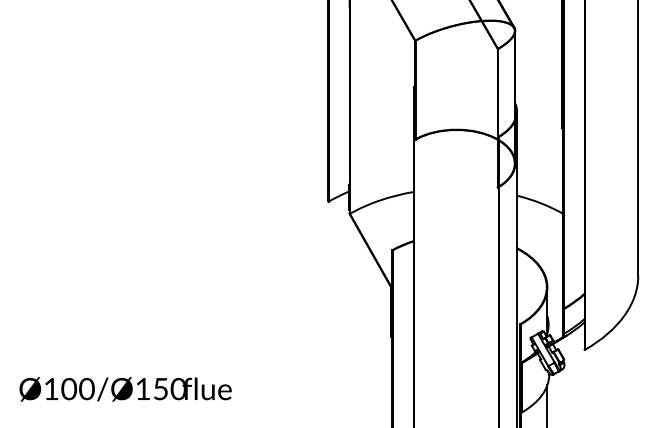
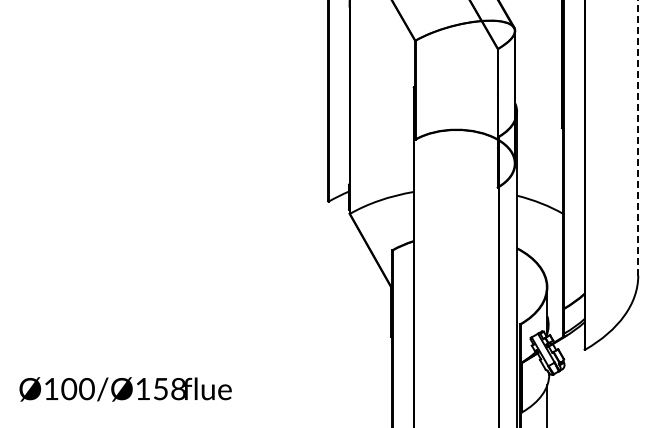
line at (638, 137): solid -> dashed
text at (177, 389): Ø100/Ø150 -> Ø100/Ø158
